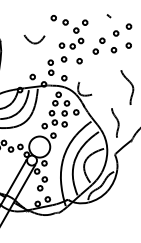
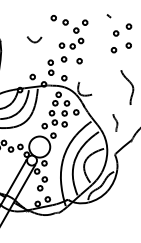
part at (34, 39) size: 23x10 px -> 17x8 px
part at (98, 45): present -> none
part at (115, 122) size: 9x30 px -> 7x18 px
